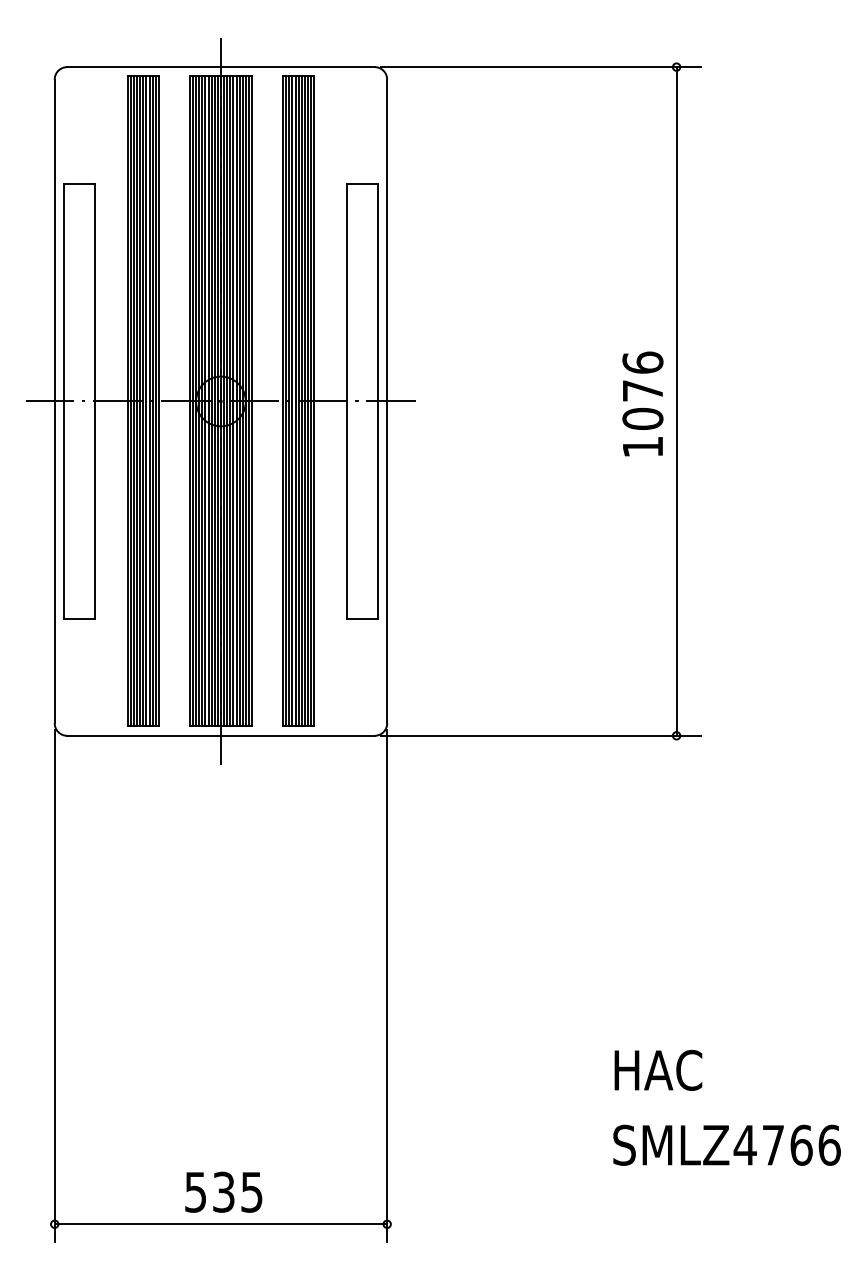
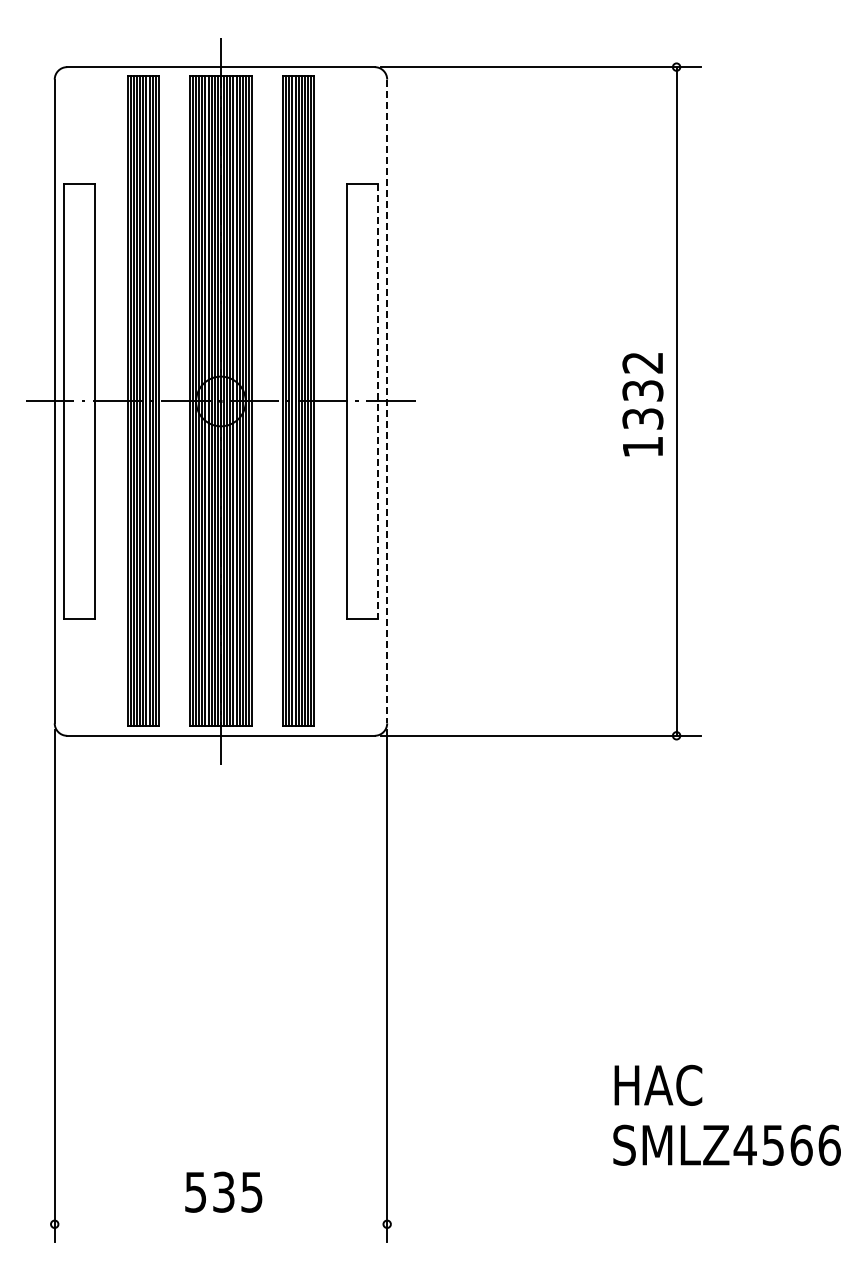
text at (642, 390): 1076 -> 1332
line at (377, 401): solid -> dashed
line at (387, 401): solid -> dashed
text at (658, 1069) position: (658, 1069) -> (658, 1084)
text at (772, 1145): SMLZ4766 -> SMLZ4566
line at (220, 1224): present -> none
